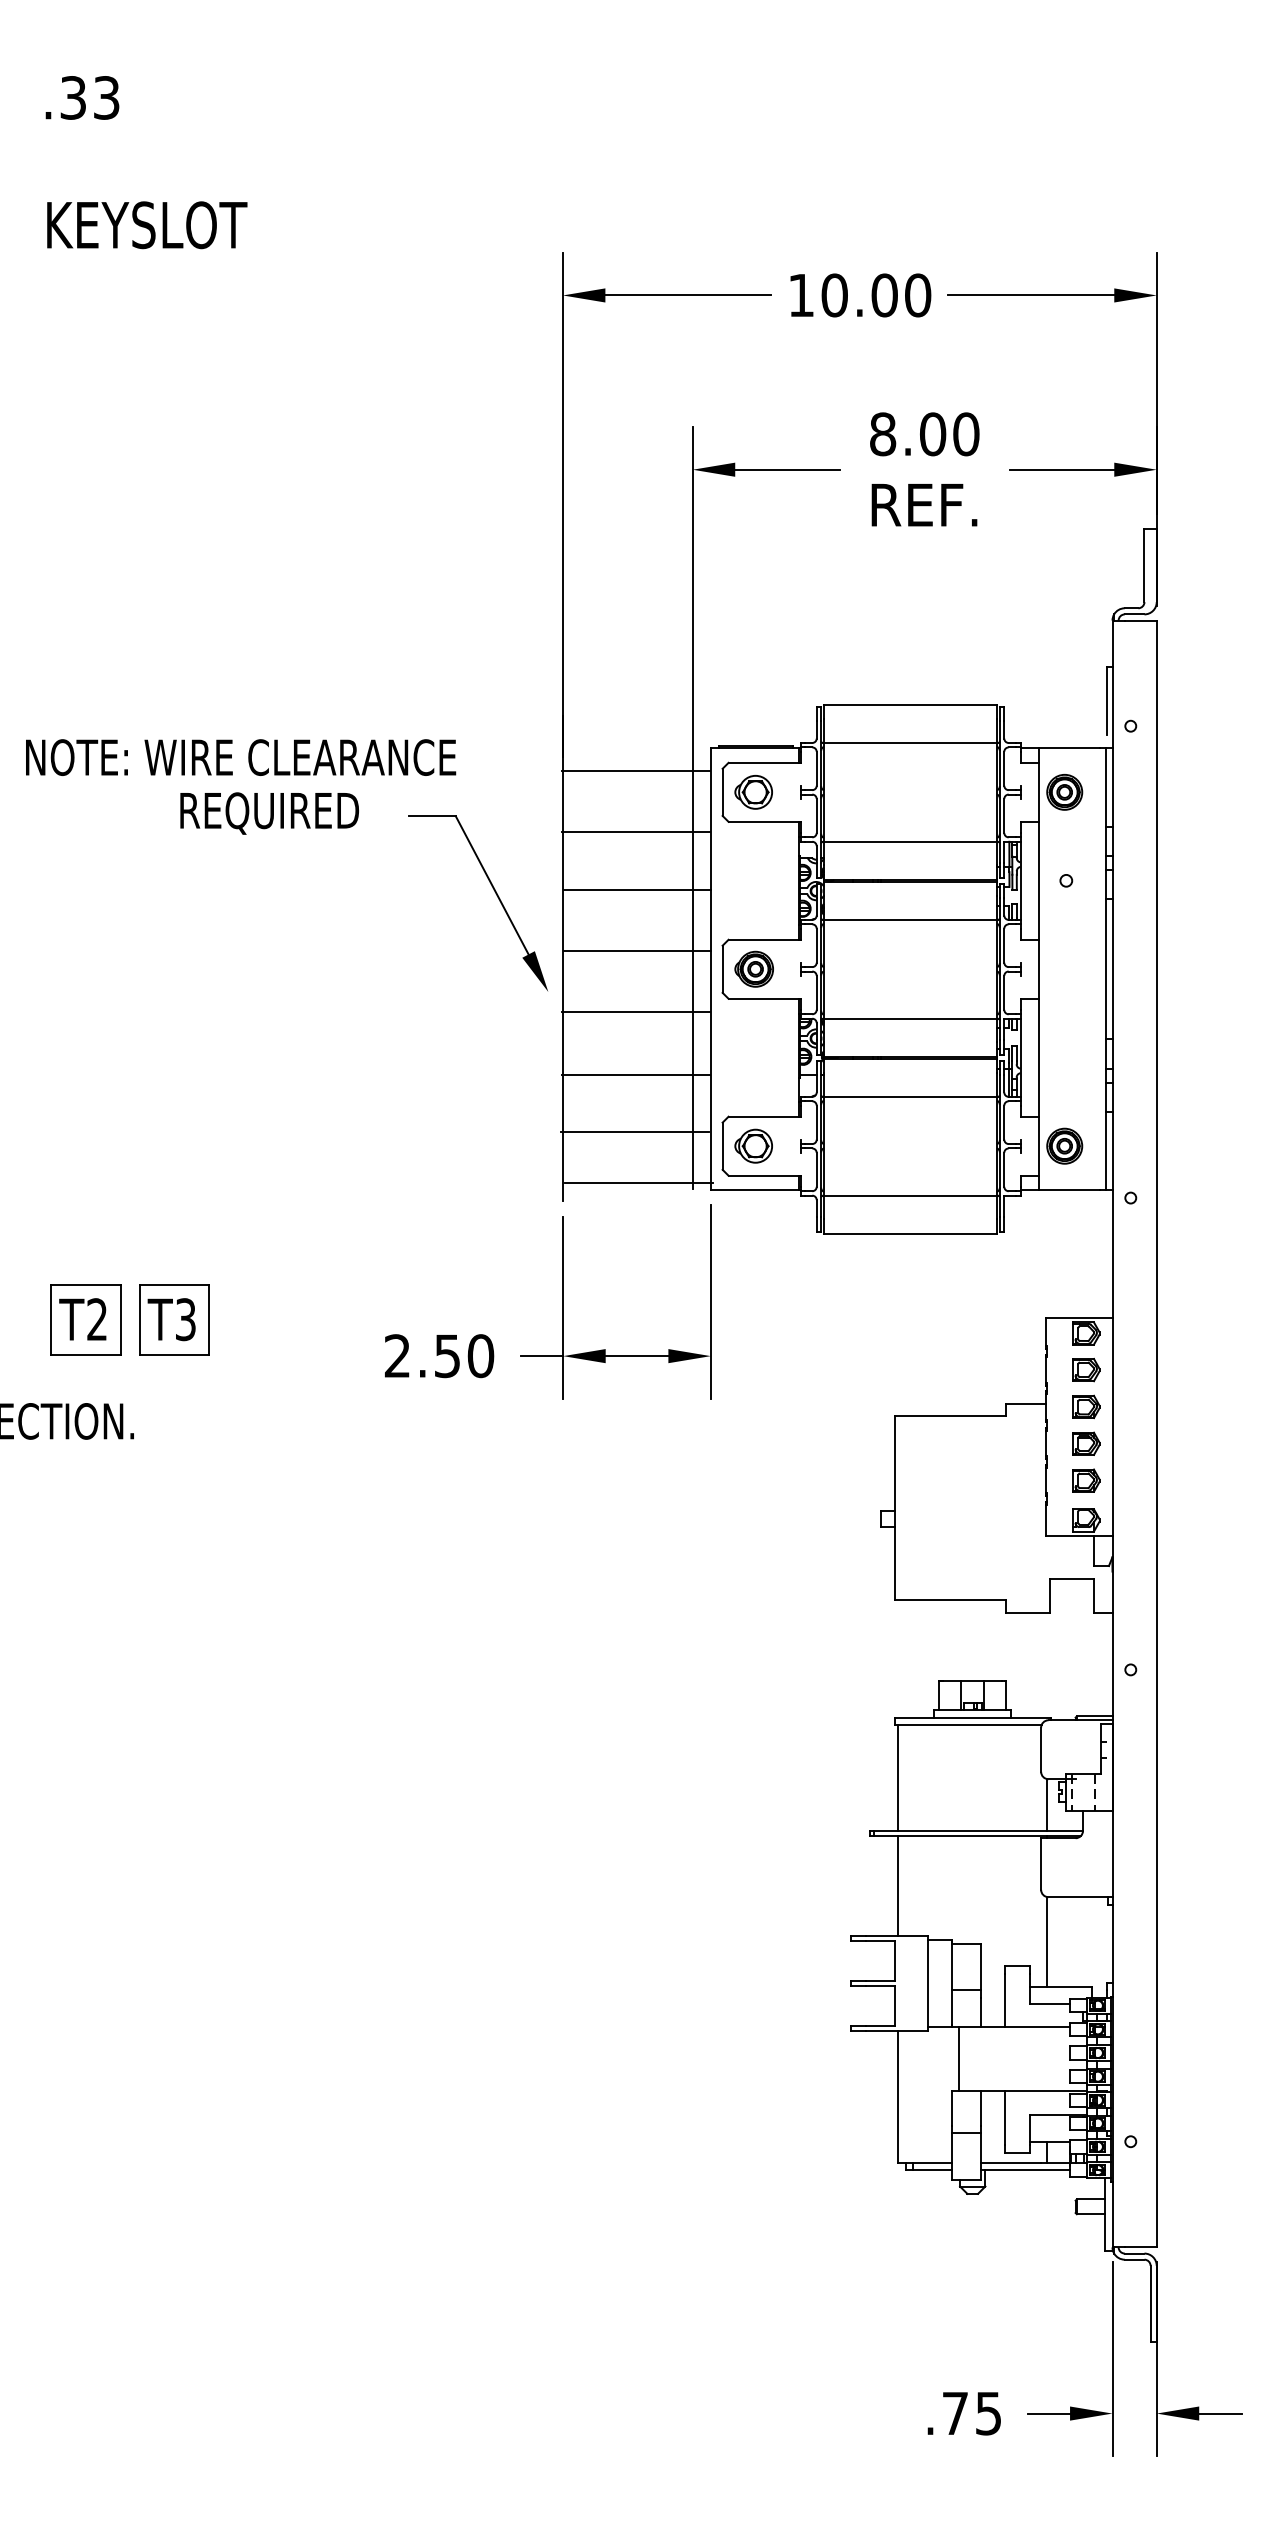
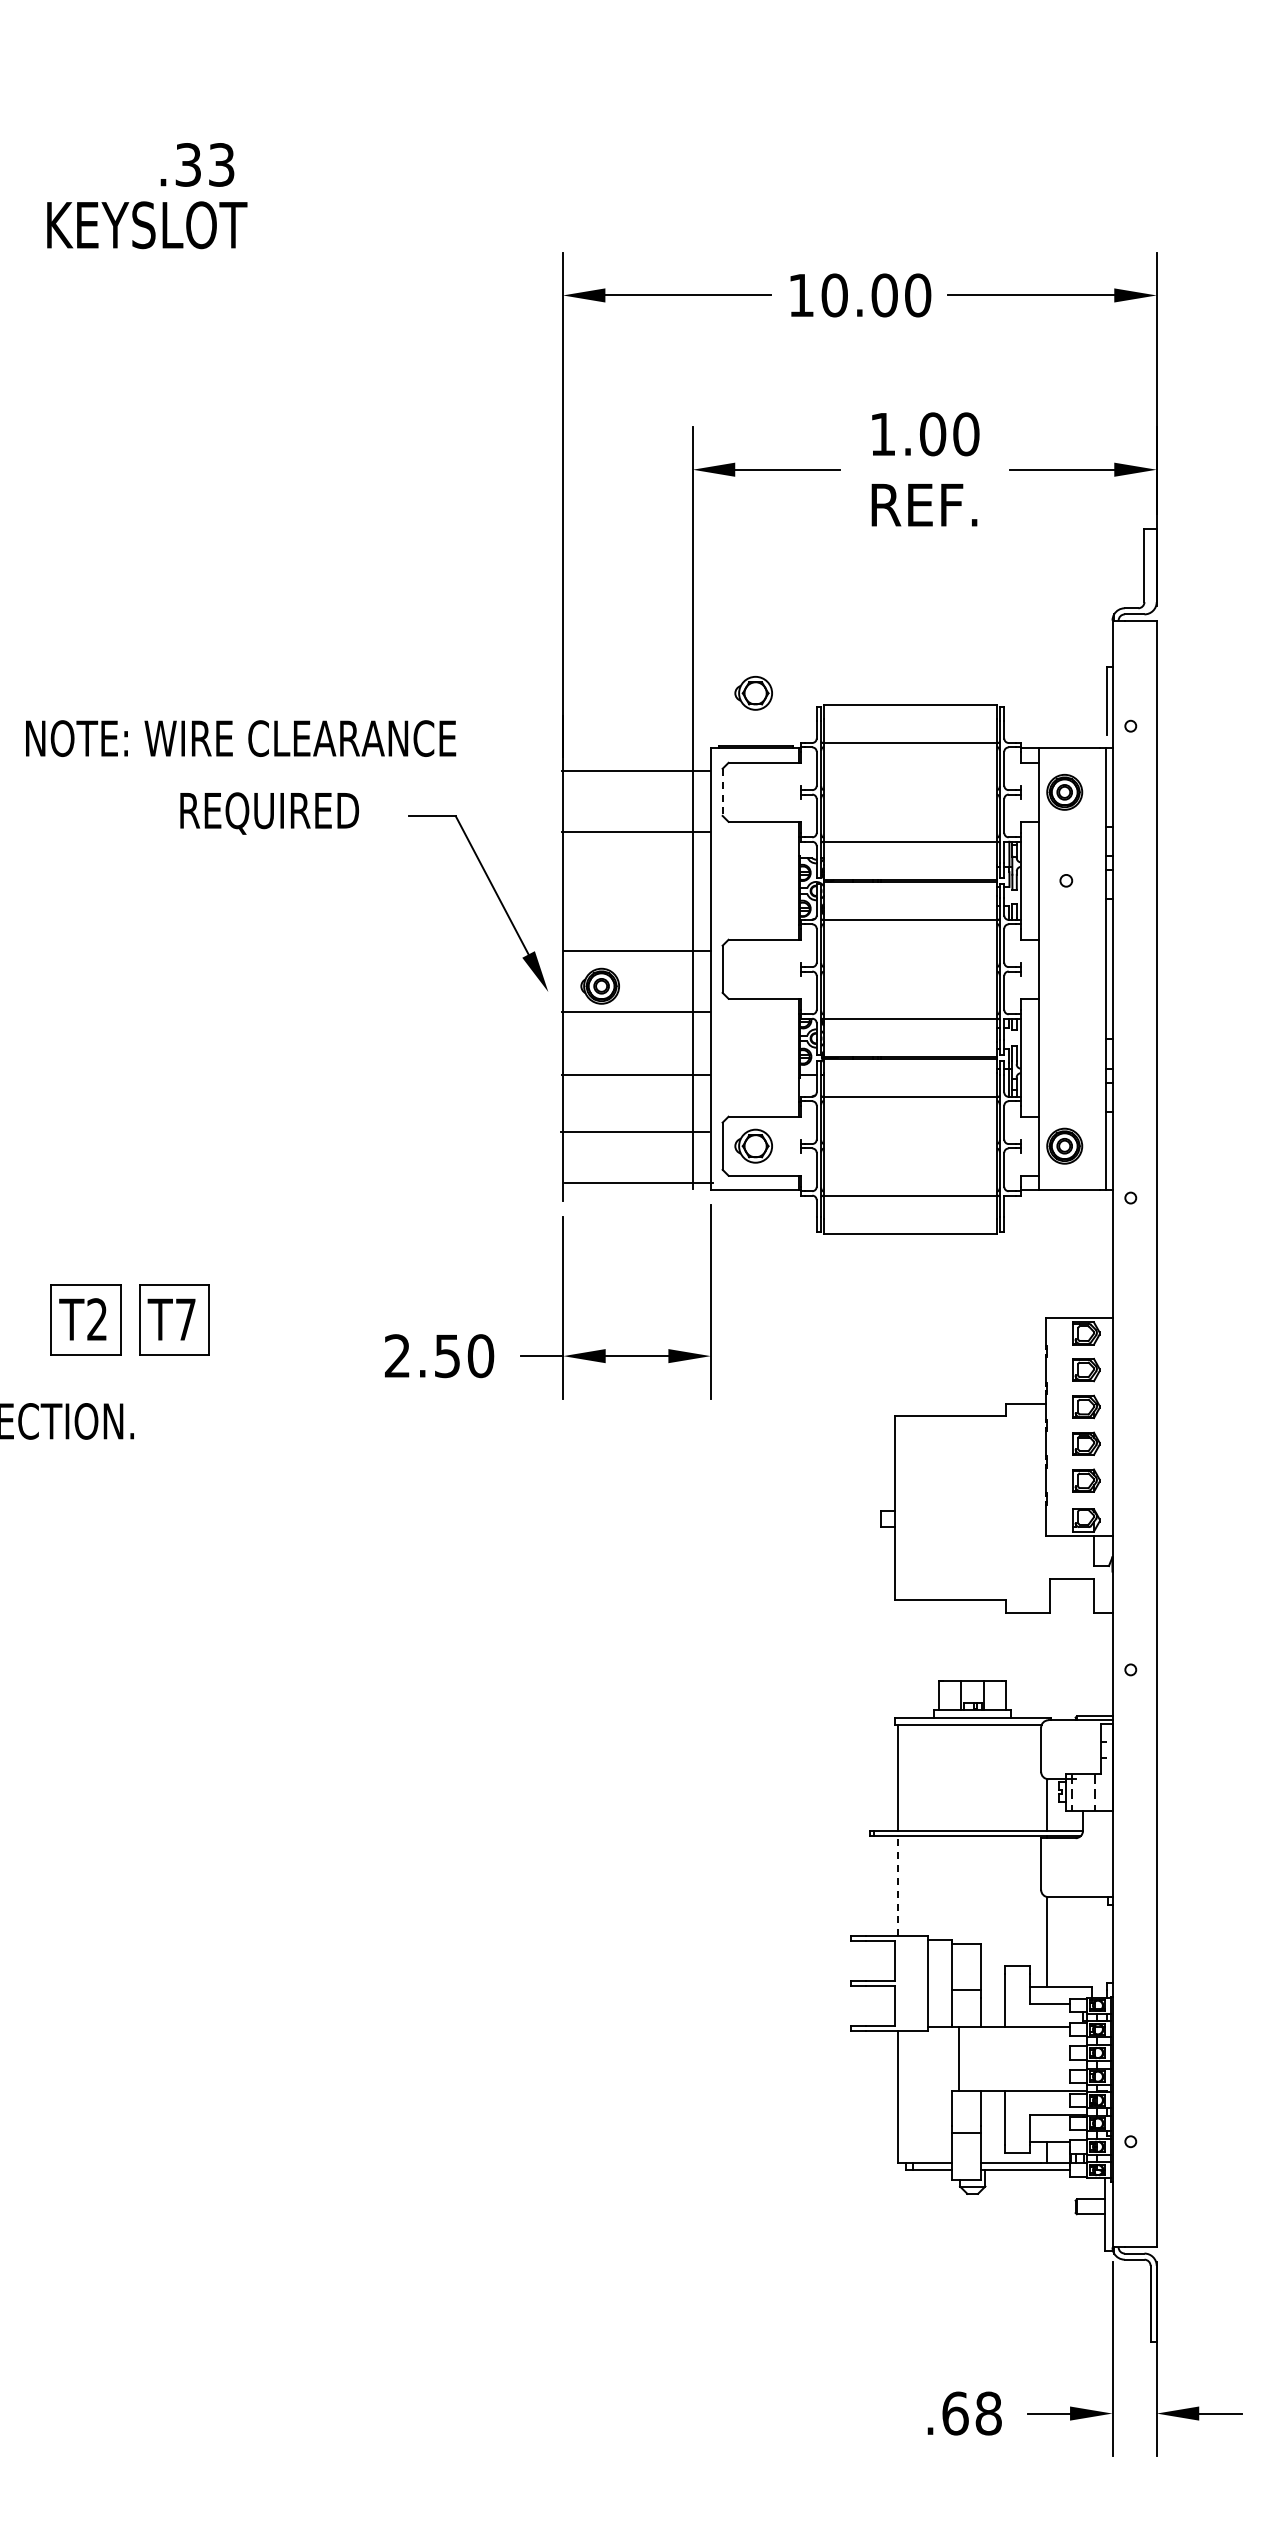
text at (82, 97) position: (82, 97) -> (197, 164)
text at (883, 434): 8.00 -> 1.00
text at (241, 757) position: (241, 757) -> (241, 738)
line at (722, 792): solid -> dashed
part at (753, 792) position: (753, 792) -> (753, 693)
line at (637, 890): present -> none
part at (753, 968) position: (753, 968) -> (599, 985)
text at (185, 1319): T3 -> T7
line at (898, 1885): solid -> dashed
text at (971, 2413): .75 -> .68
